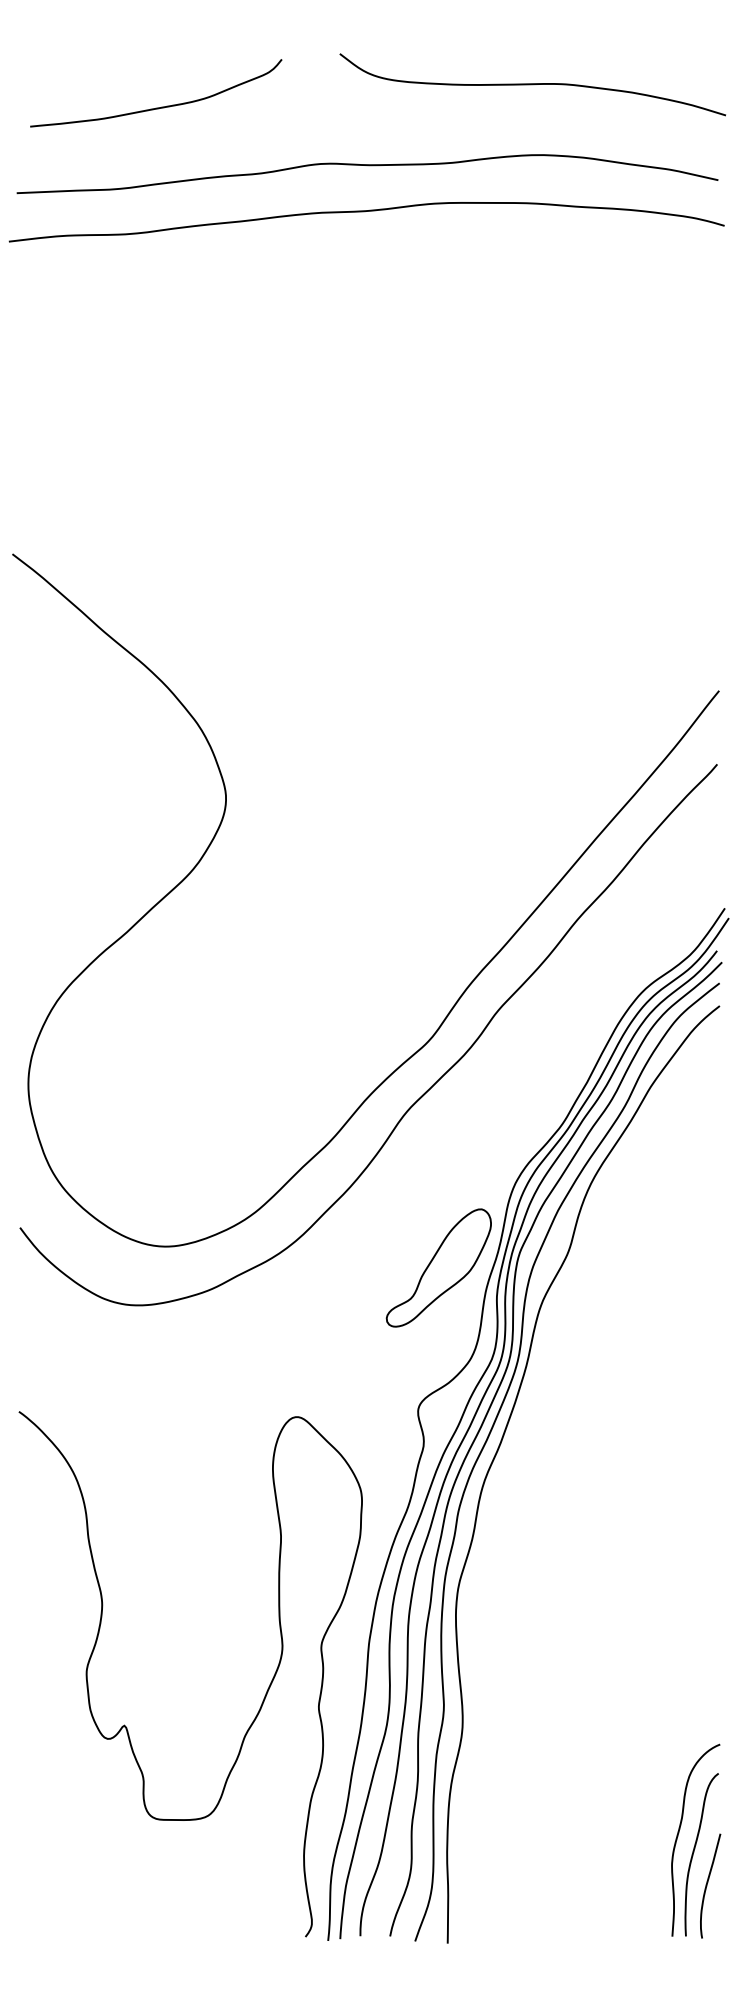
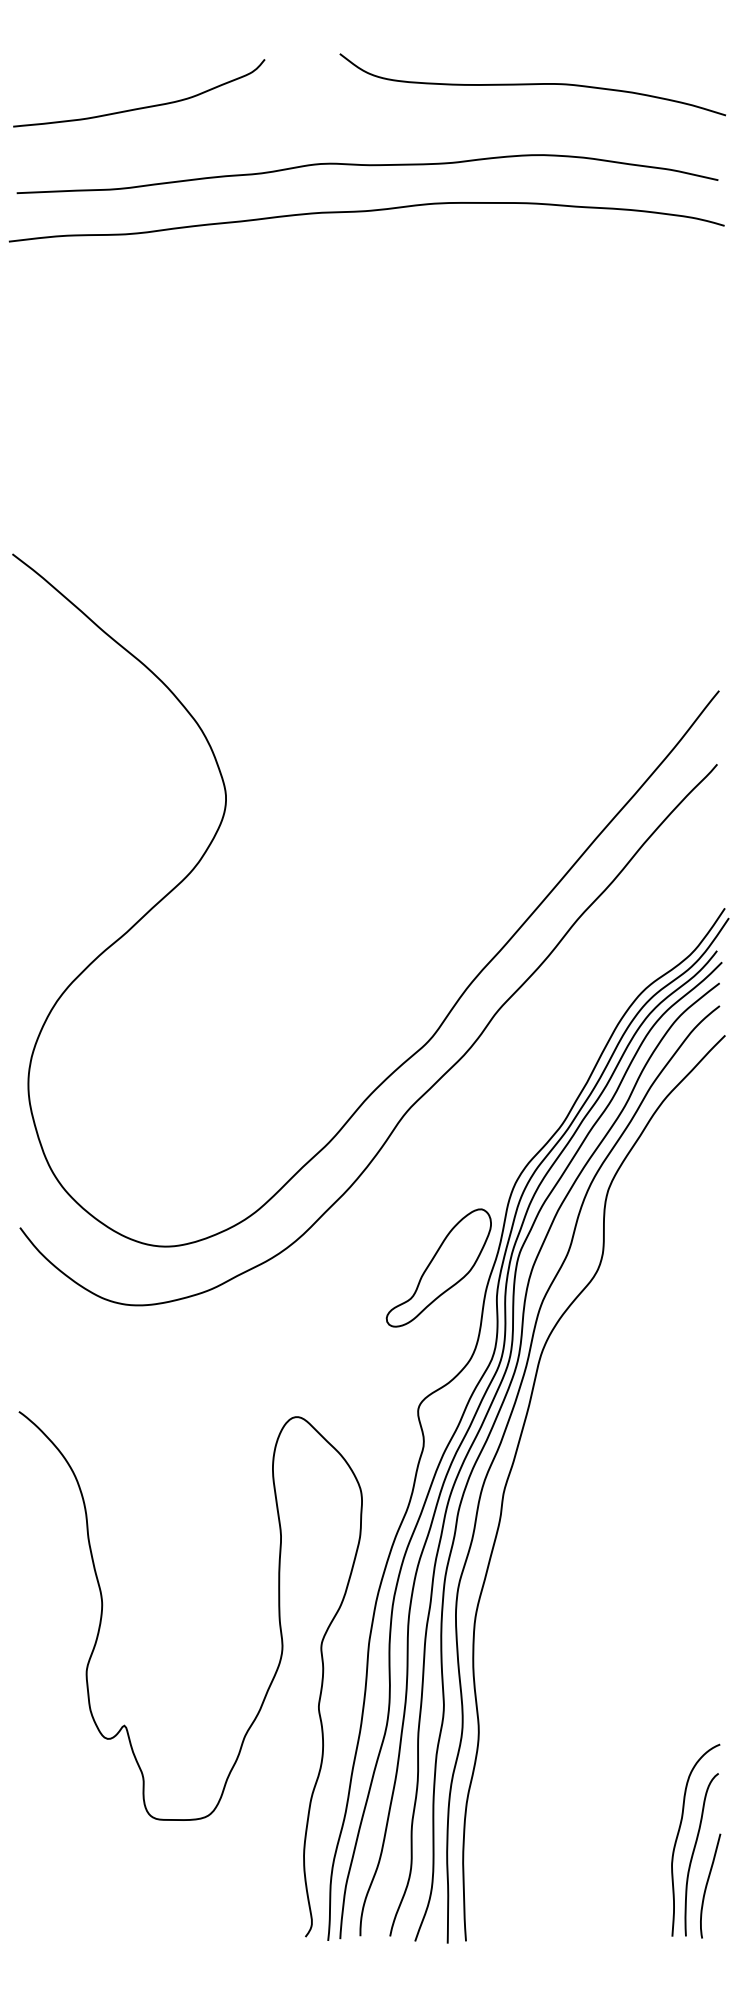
curve at (161, 106) position: (161, 106) -> (144, 106)
curve at (514, 1462): none -> present
